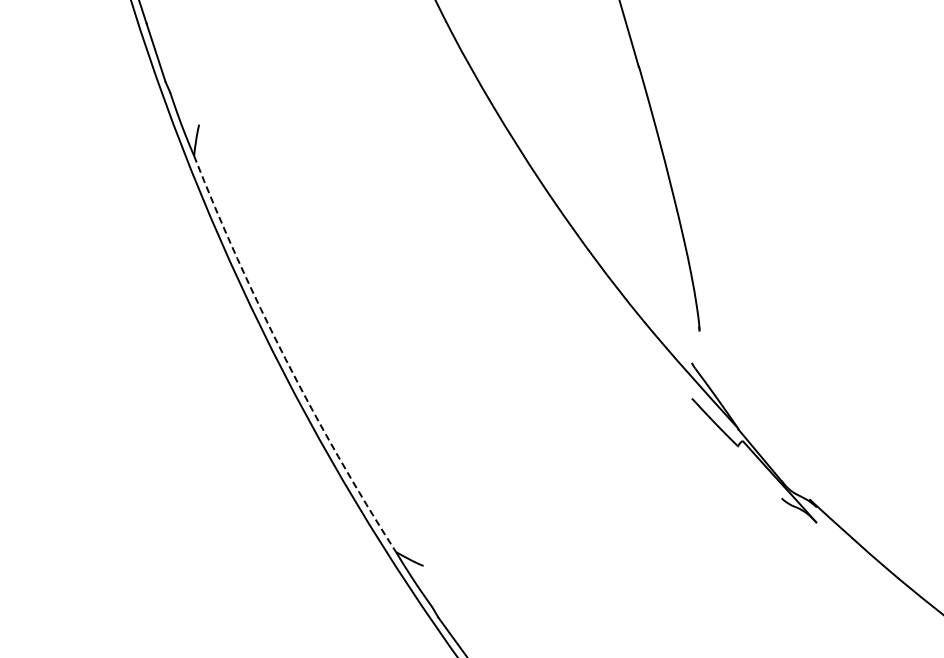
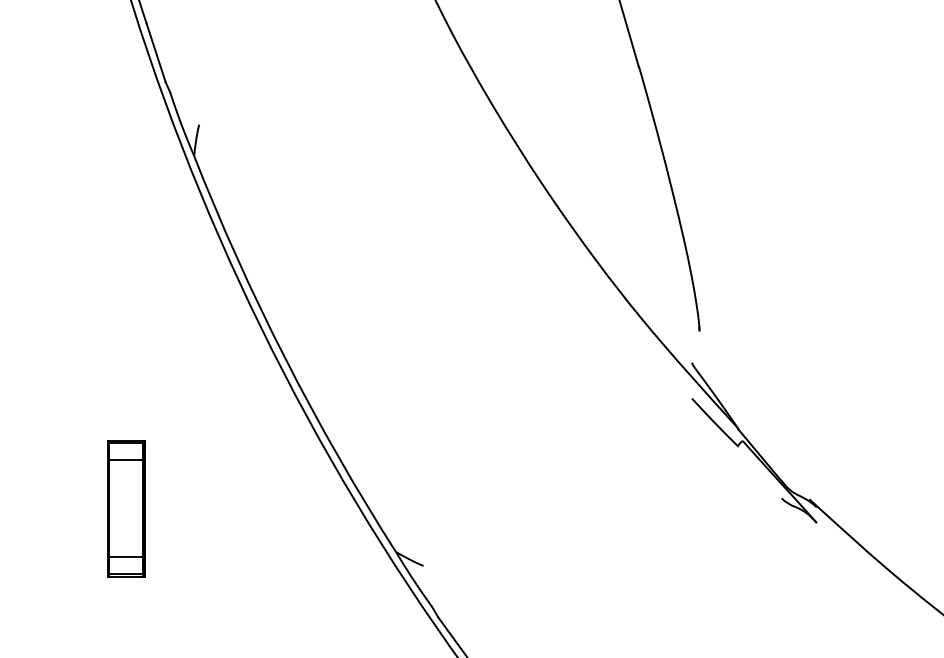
arc at (285, 358): dashed -> solid
part at (126, 508): none -> present
